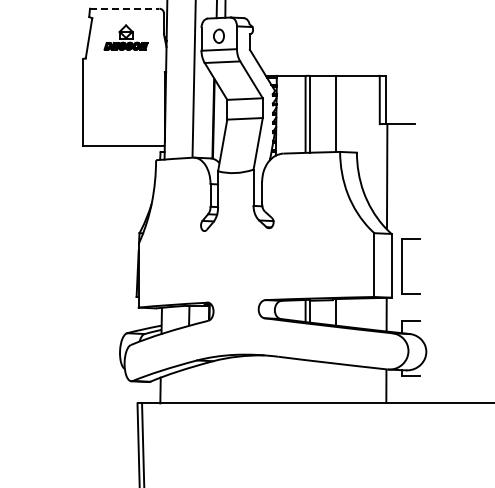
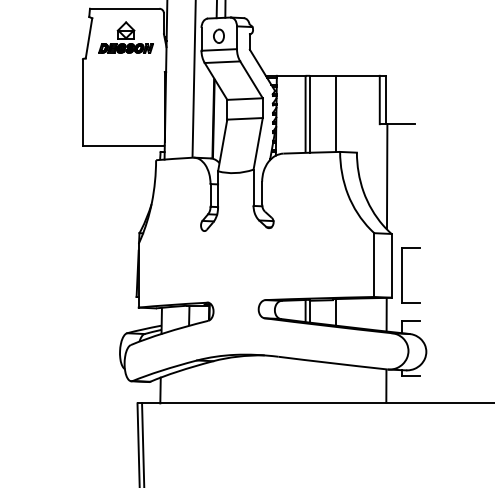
line at (124, 8): dashed -> solid
part at (125, 37) size: 46x27 px -> 56x33 px
part at (402, 266) position: (402, 266) -> (402, 275)
